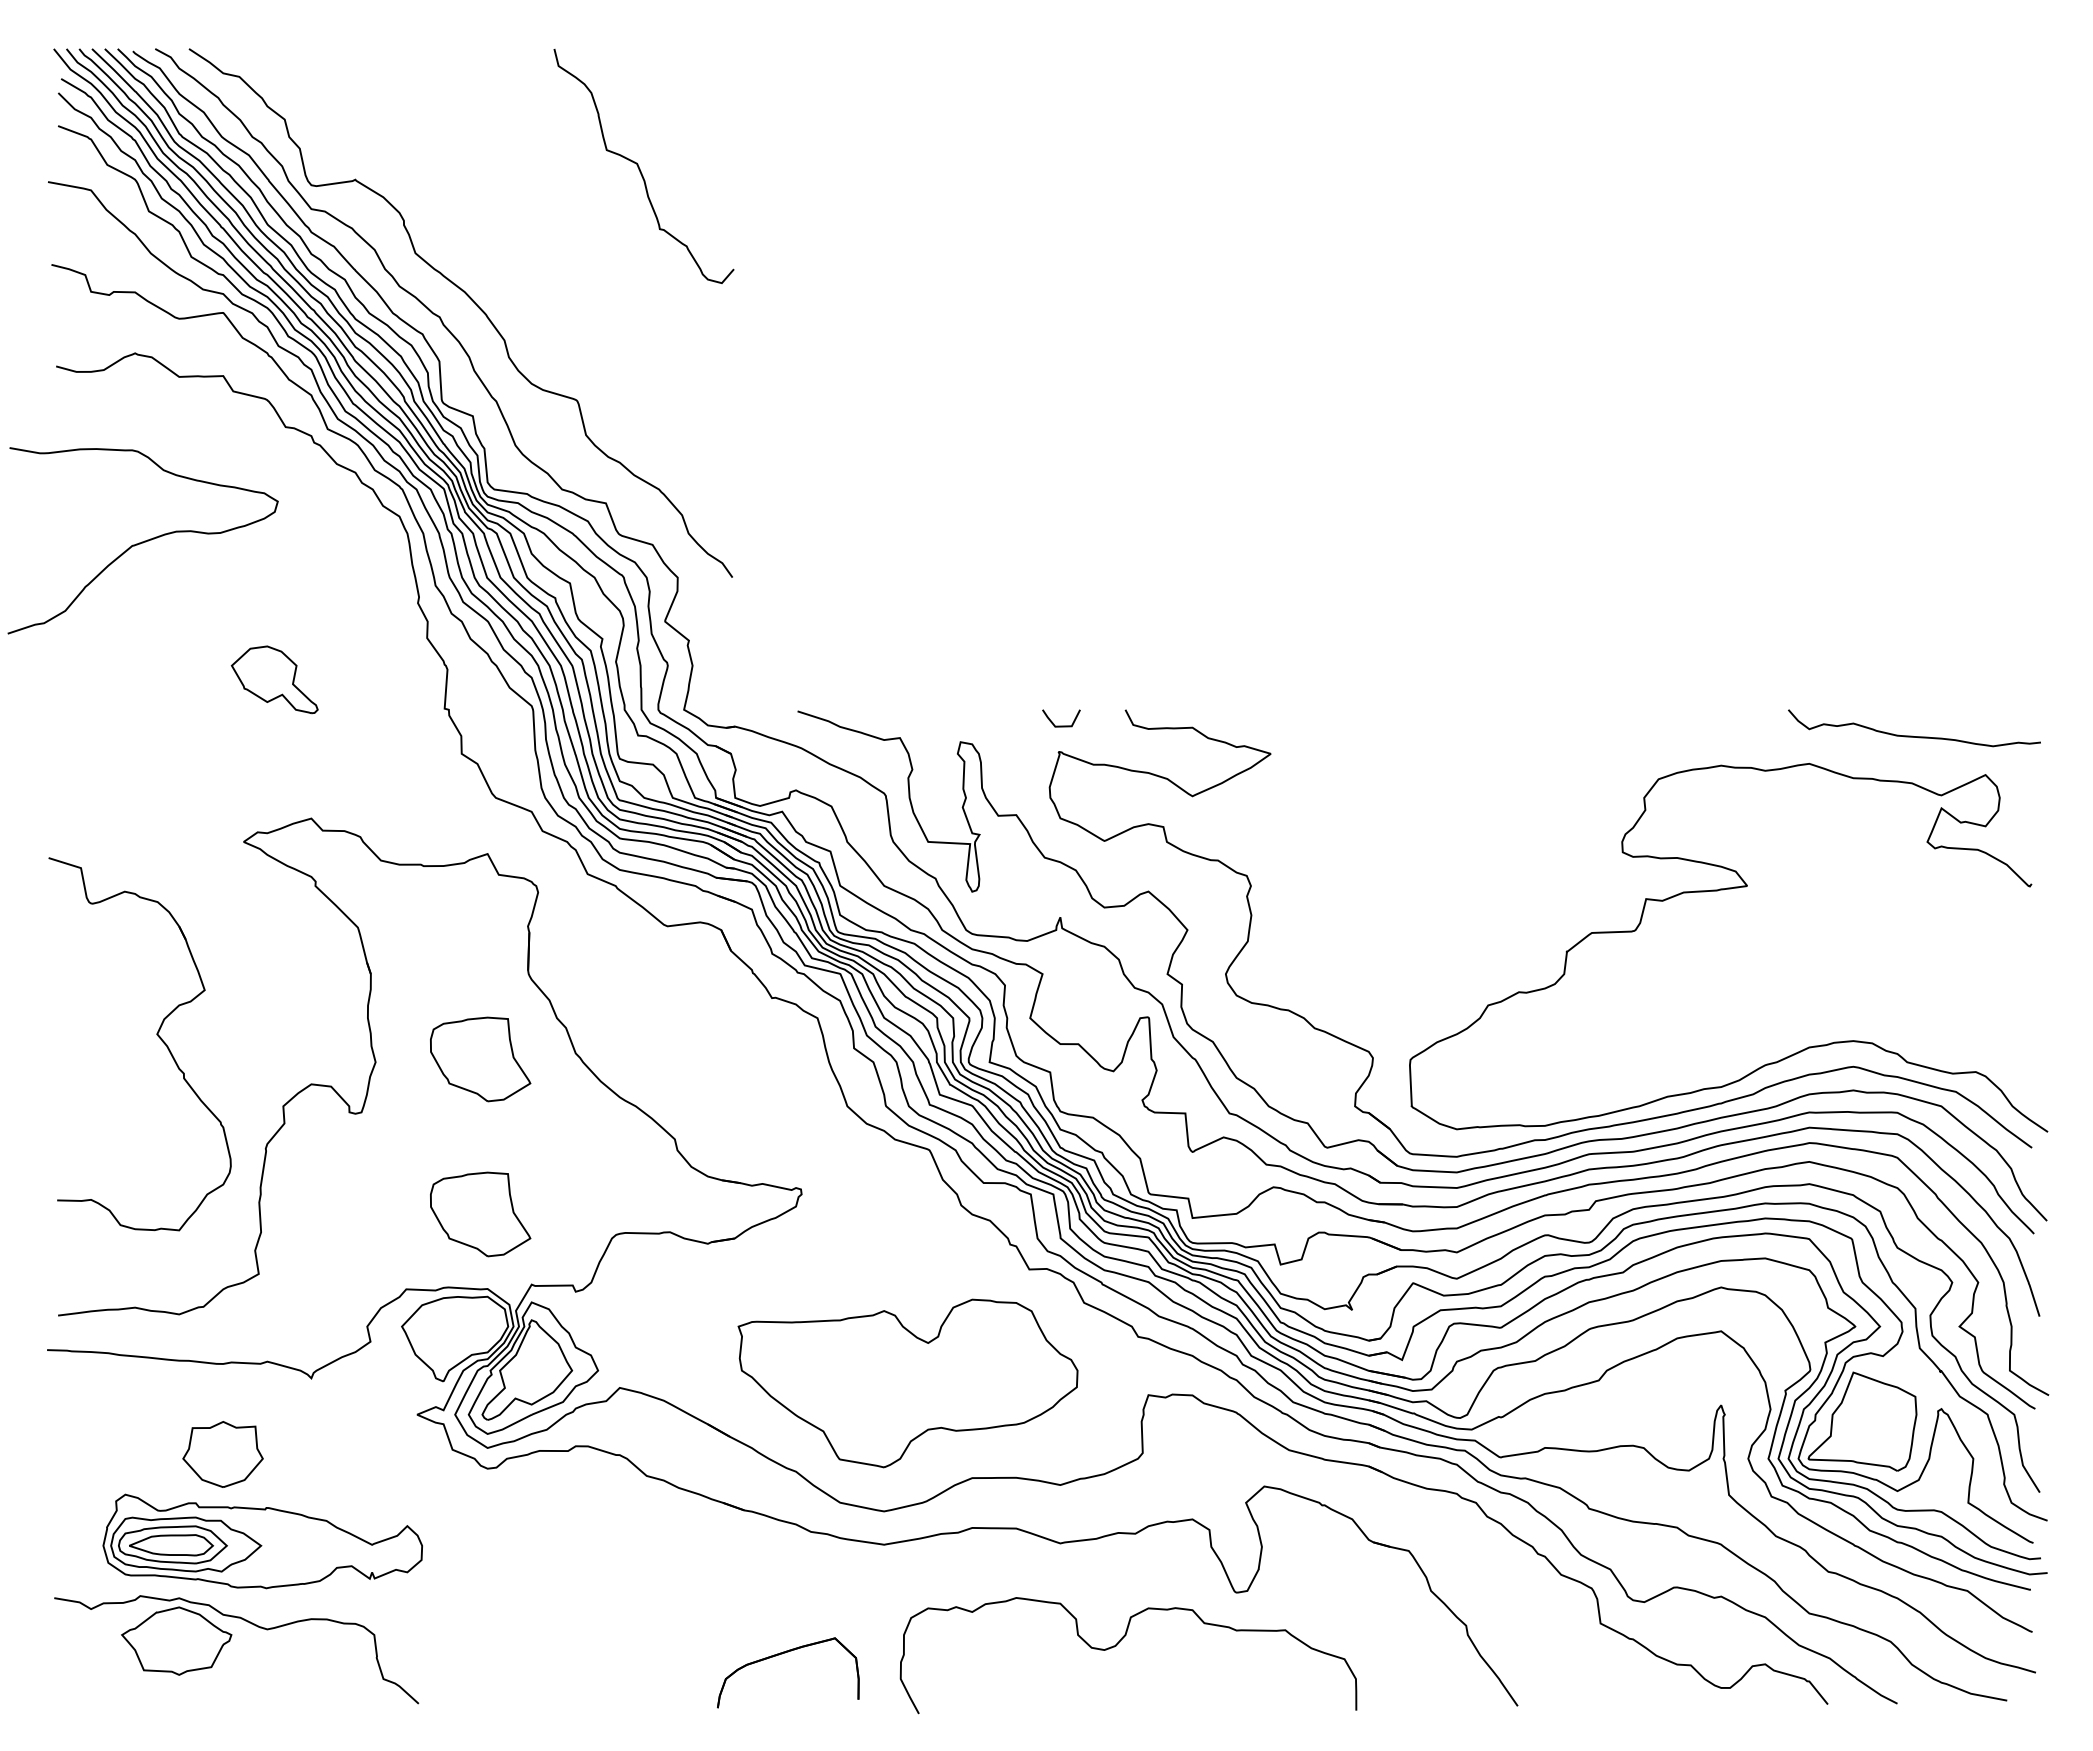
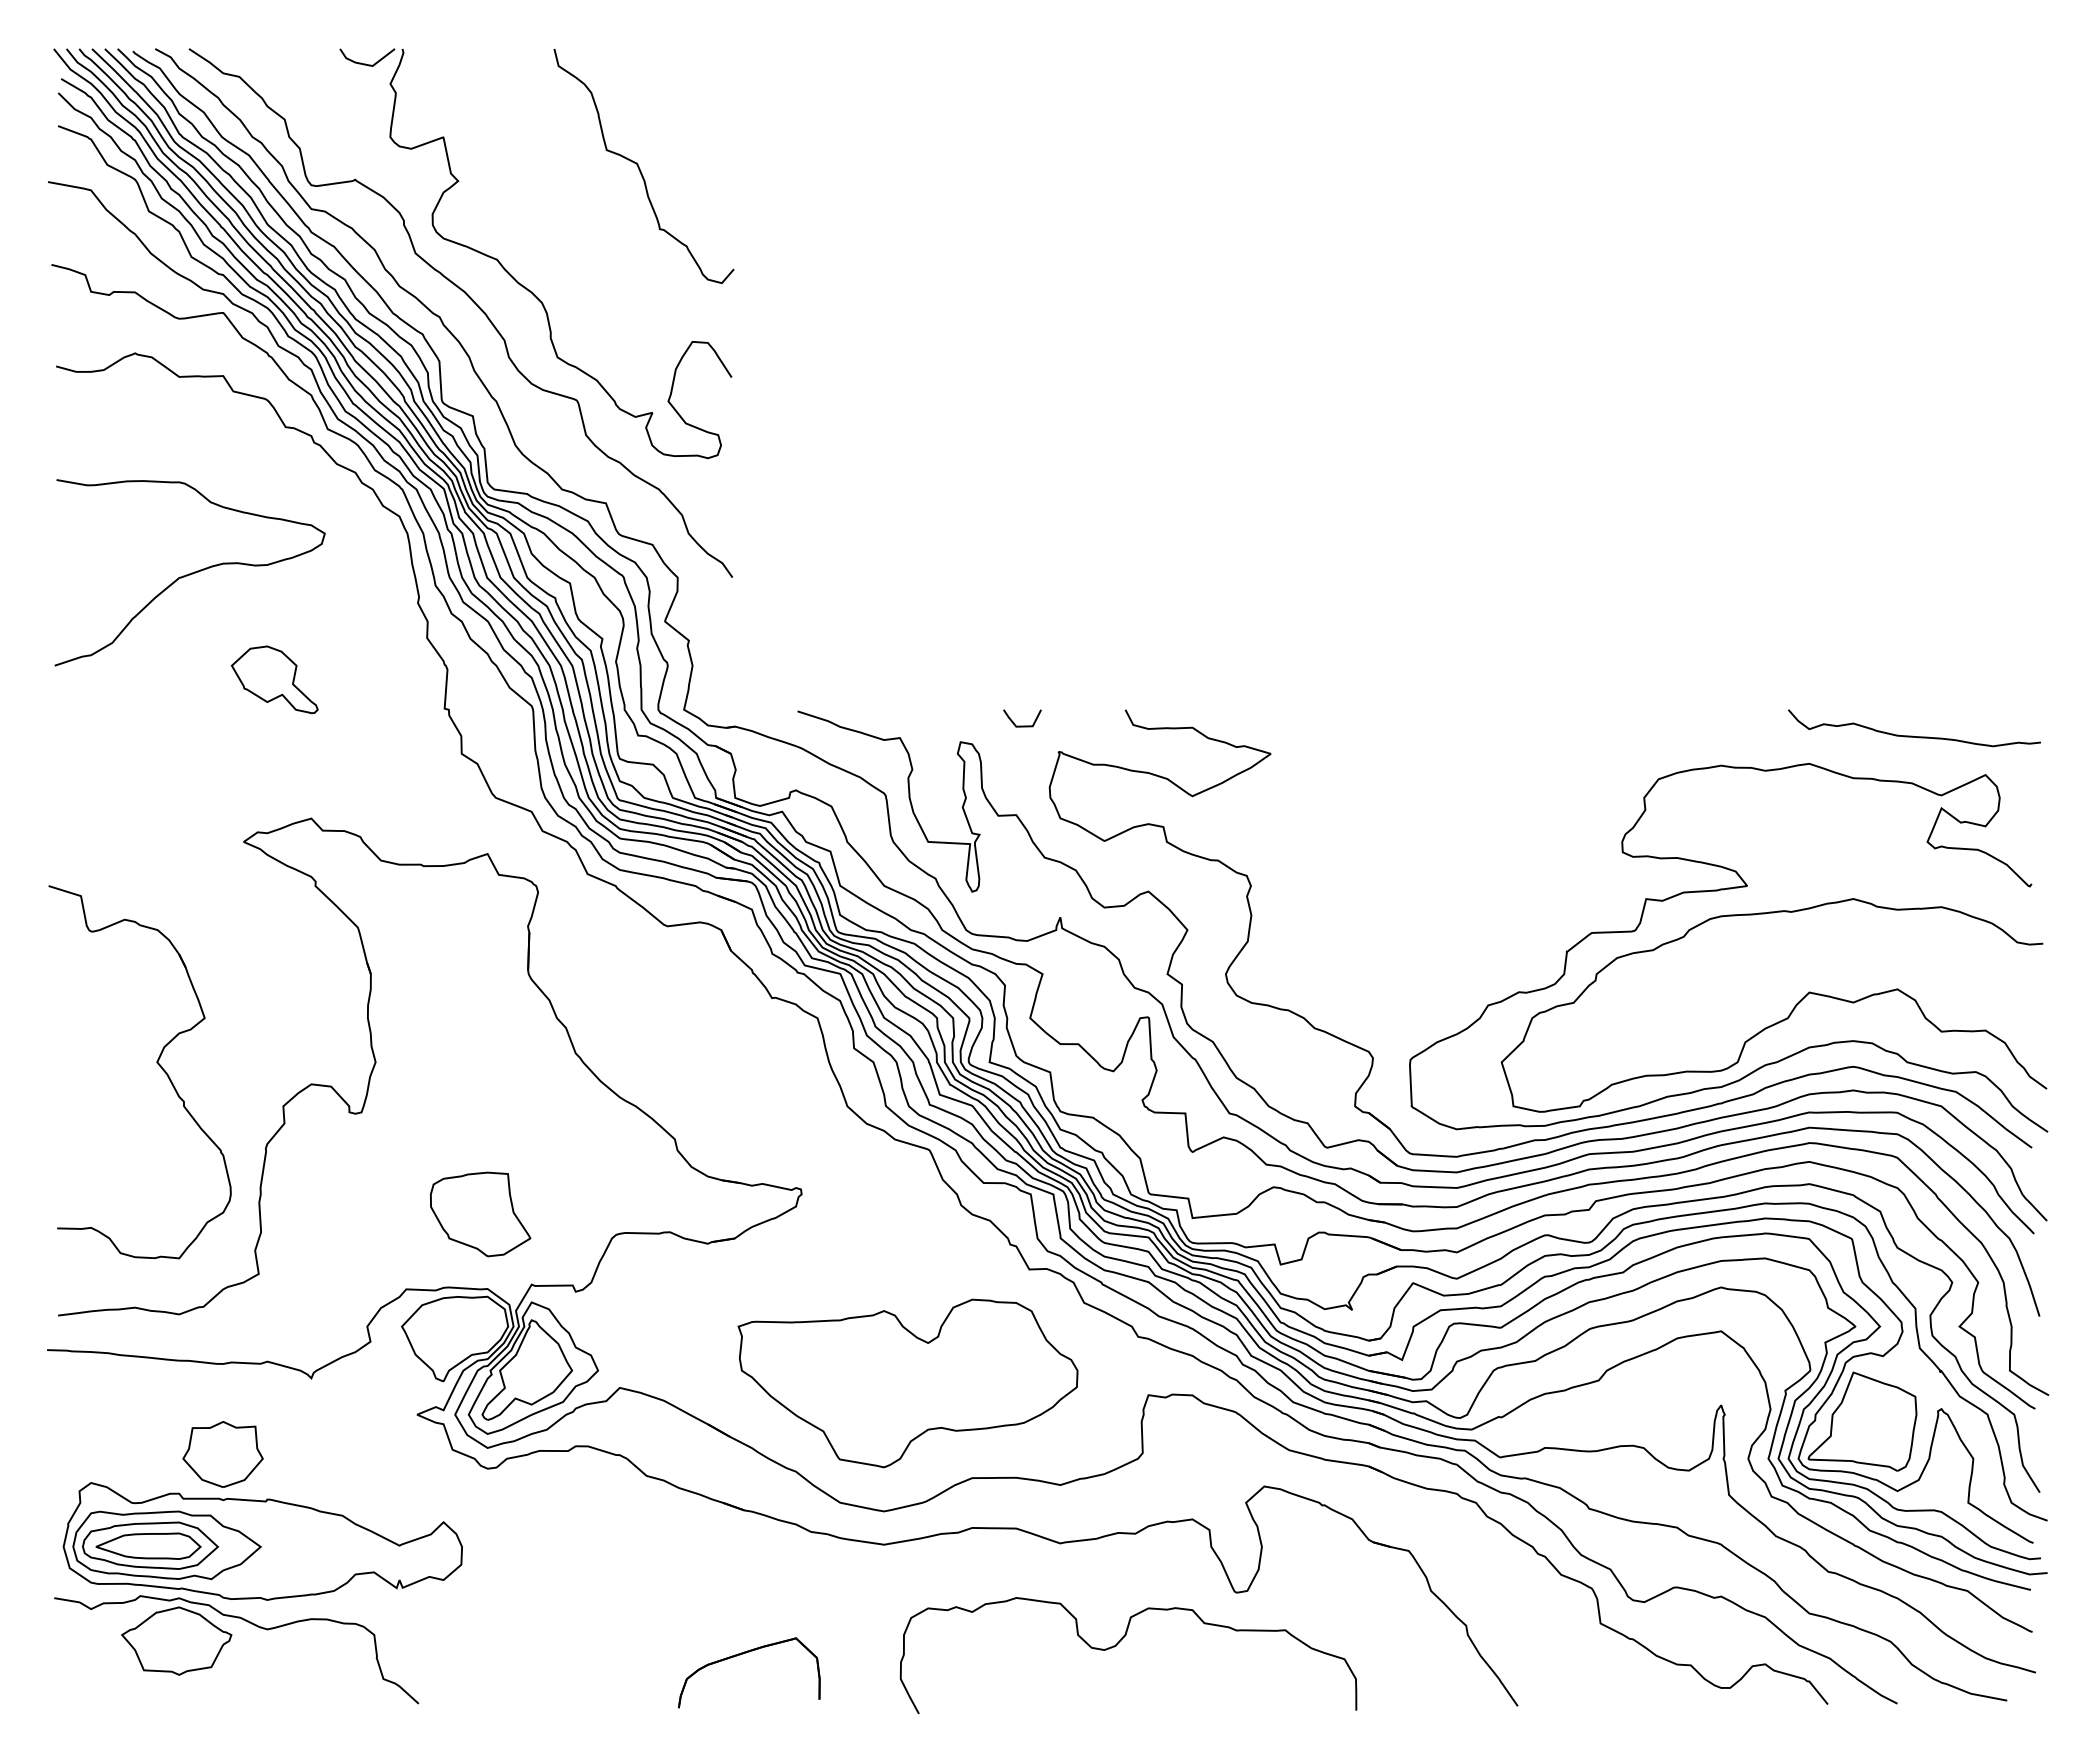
part at (512, 275): none -> present
curve at (142, 541) position: (142, 541) -> (189, 573)
line at (1061, 725) position: (1061, 725) -> (1022, 725)
curve at (1780, 1020): none -> present
part at (157, 1036) position: (157, 1036) -> (157, 1064)
part at (480, 1059): present -> none
part at (262, 1541) size: 321x97 px -> 401x119 px
part at (782, 1654) position: (782, 1654) -> (743, 1654)
